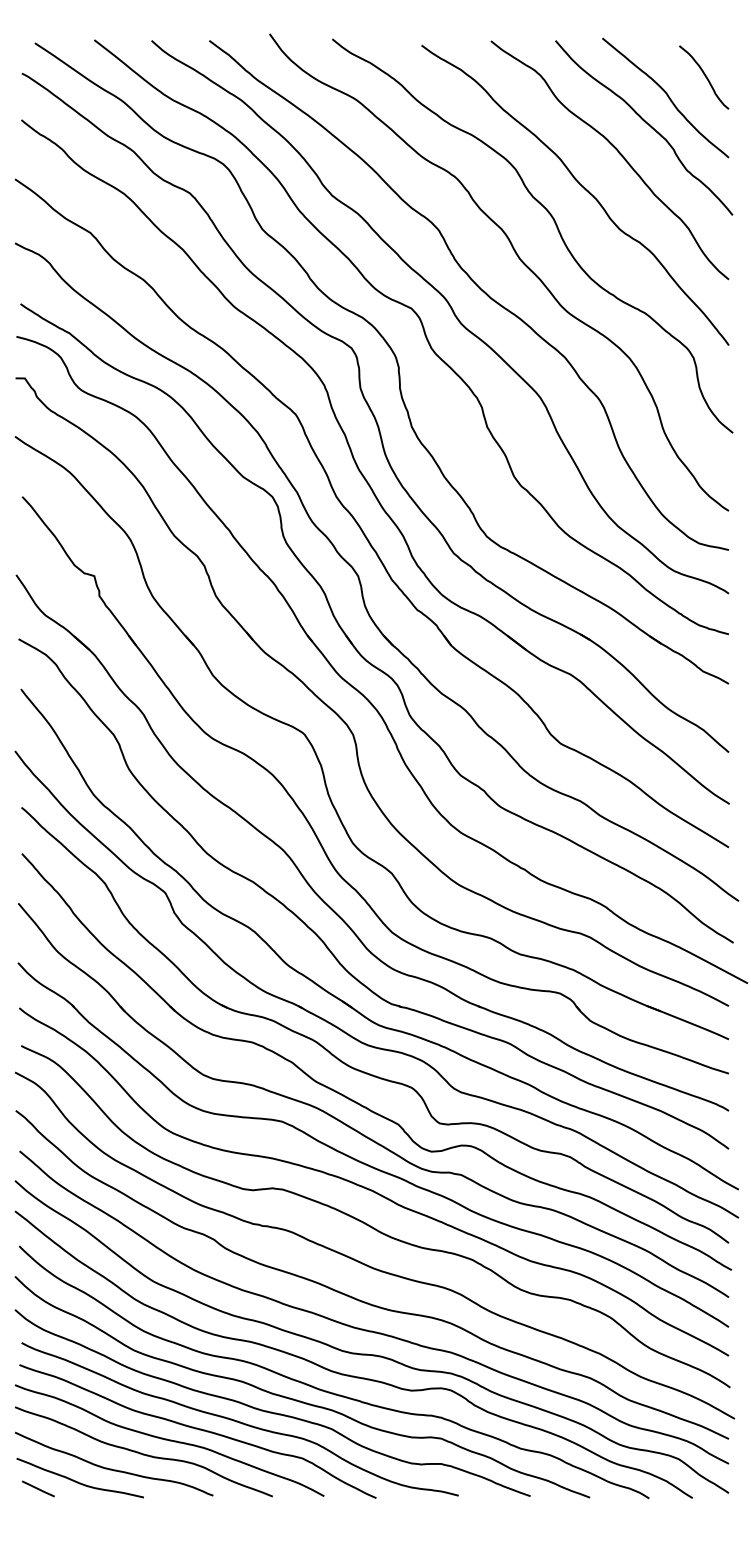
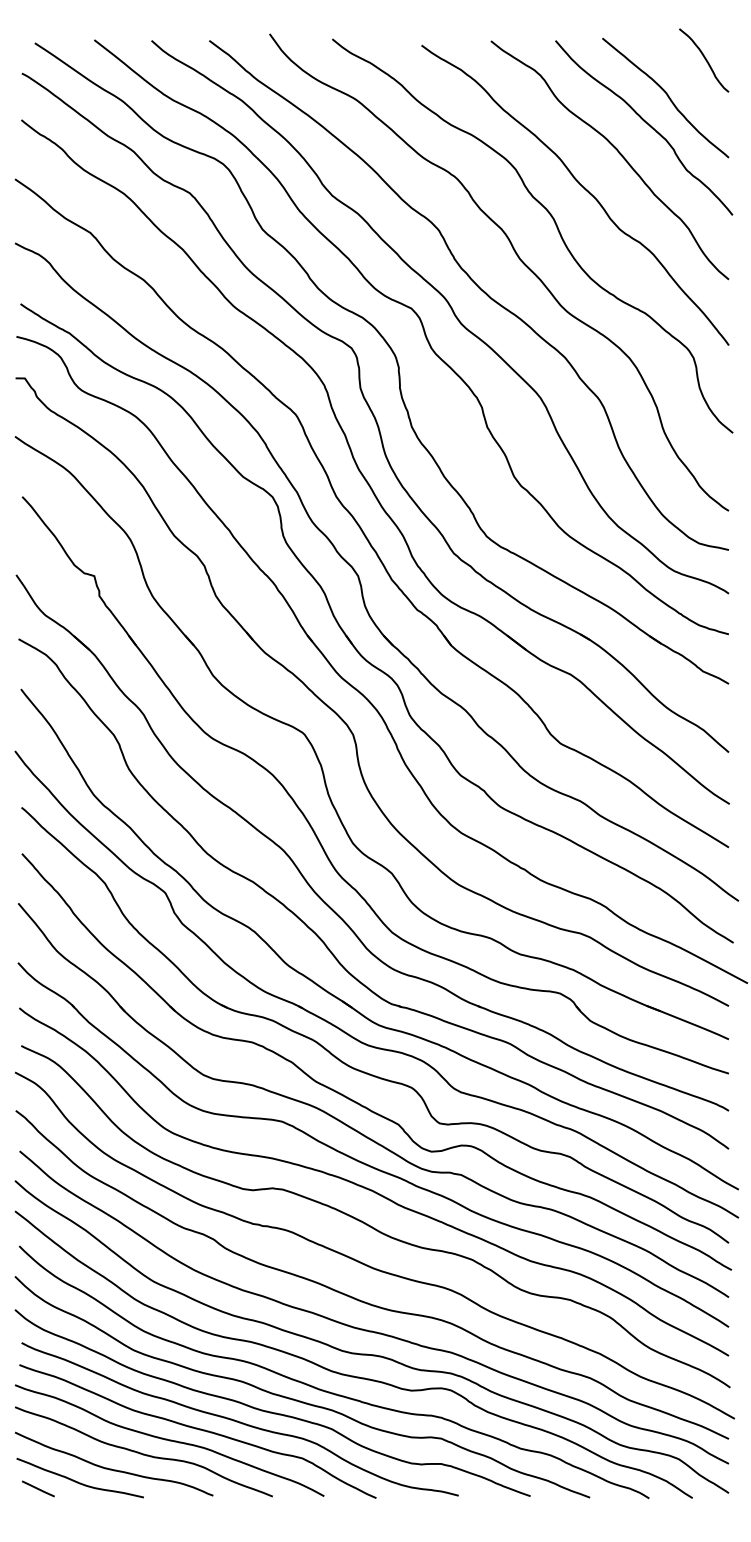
curve at (704, 76) position: (704, 76) -> (704, 59)
